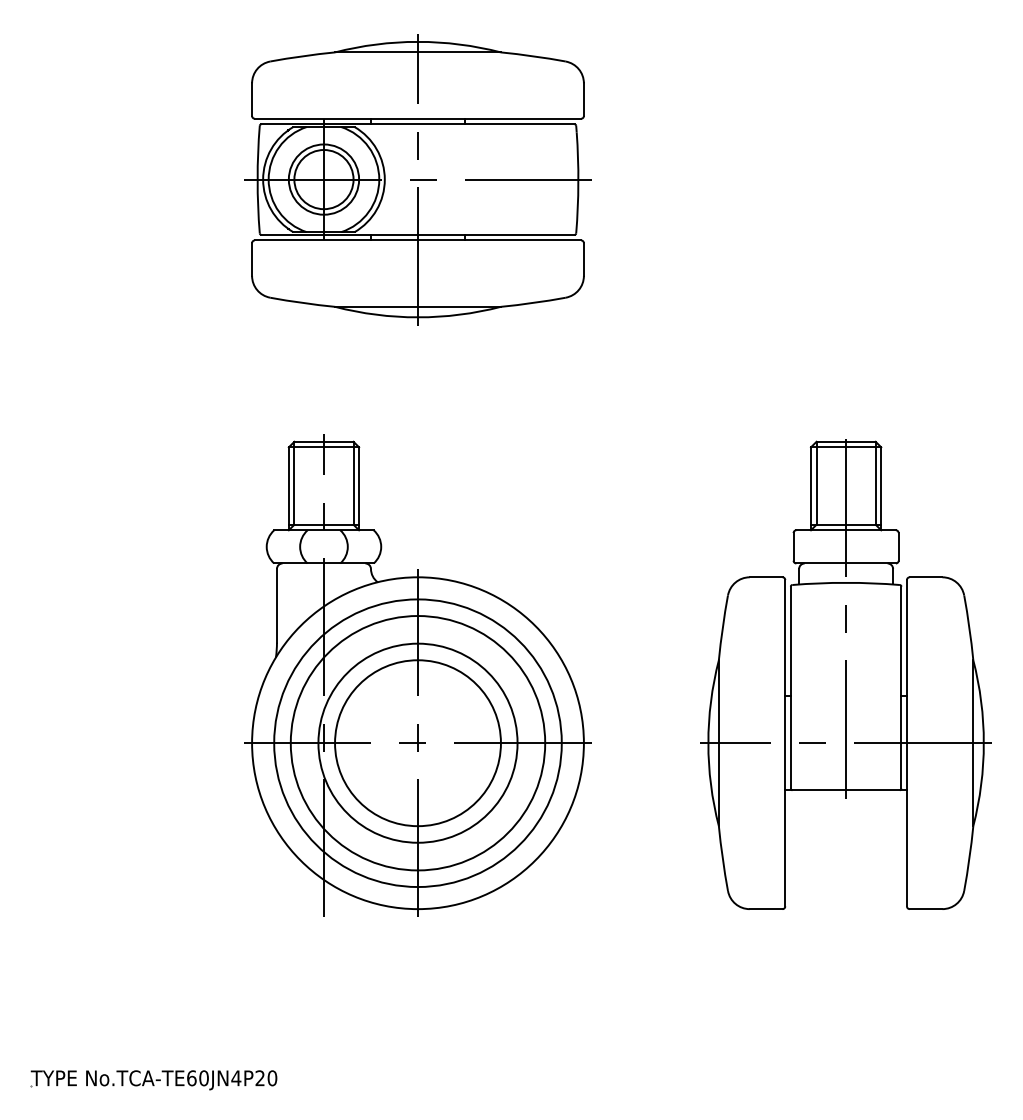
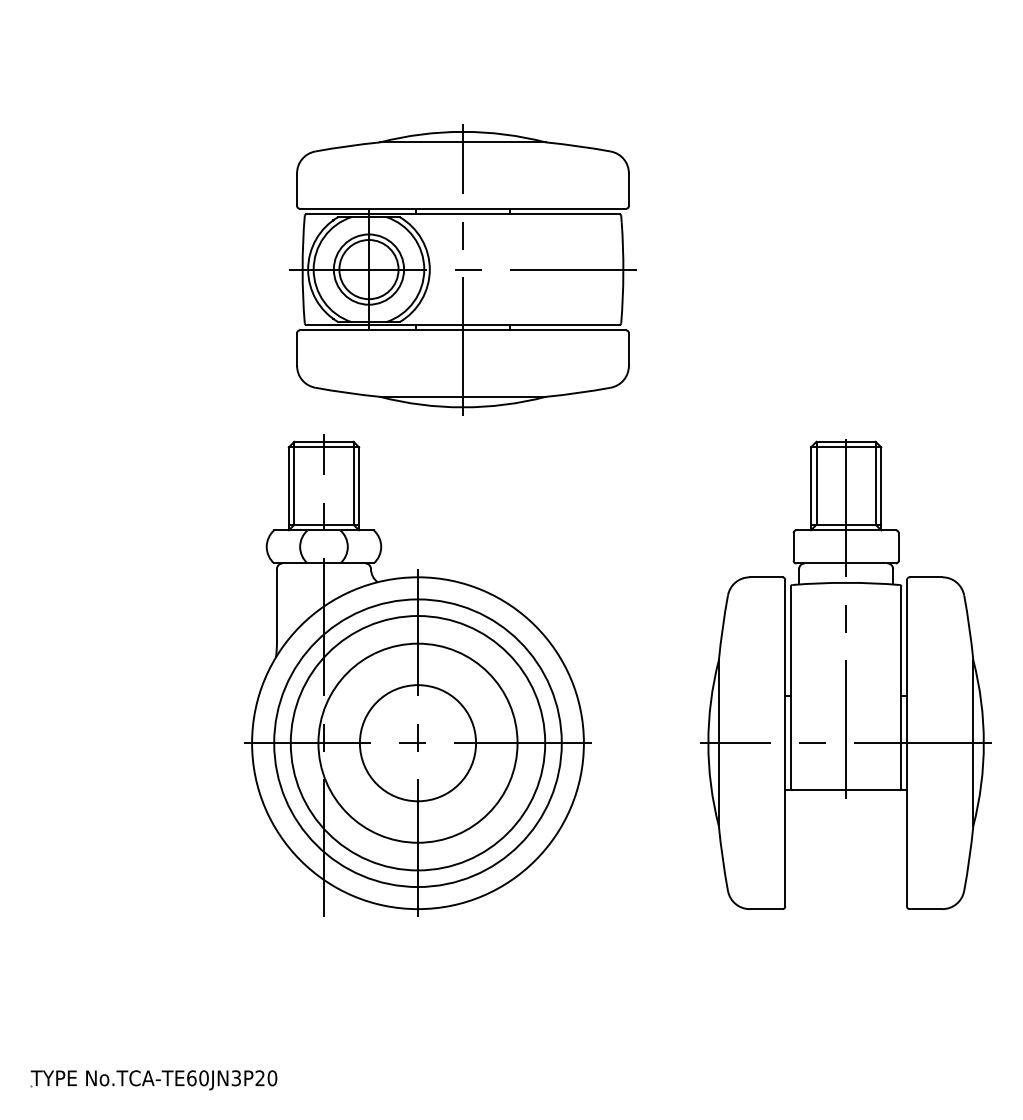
part at (417, 179) position: (417, 179) -> (462, 269)
circle at (417, 743) diameter: 166 px -> 116 px
text at (236, 1078): No.TCA-TE60JN4P20 -> No.TCA-TE60JN3P20
